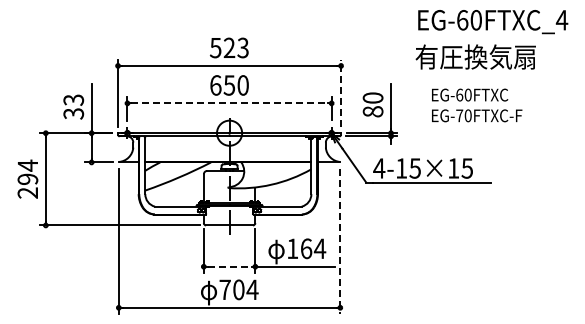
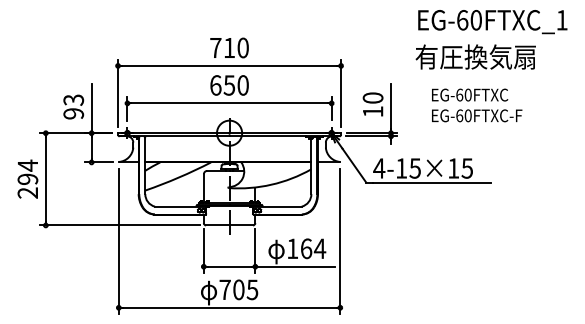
text at (561, 20): EG-60FTXC_4 -> EG-60FTXC_1
text at (228, 47): 523 -> 710
line at (341, 93): dashed -> solid
line at (230, 103): dashed -> solid
text at (372, 111): 80 -> 10
text at (73, 113): 33 -> 93
text at (459, 115): EG-70FTXC-F -> EG-60FTXC-F
line at (340, 241): dashed -> solid
line at (229, 266): dashed -> solid
text at (252, 289): 704 -> 705
